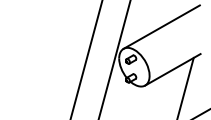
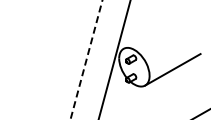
line at (161, 26): present -> none
line at (86, 59): solid -> dashed
line at (185, 86): present -> none
